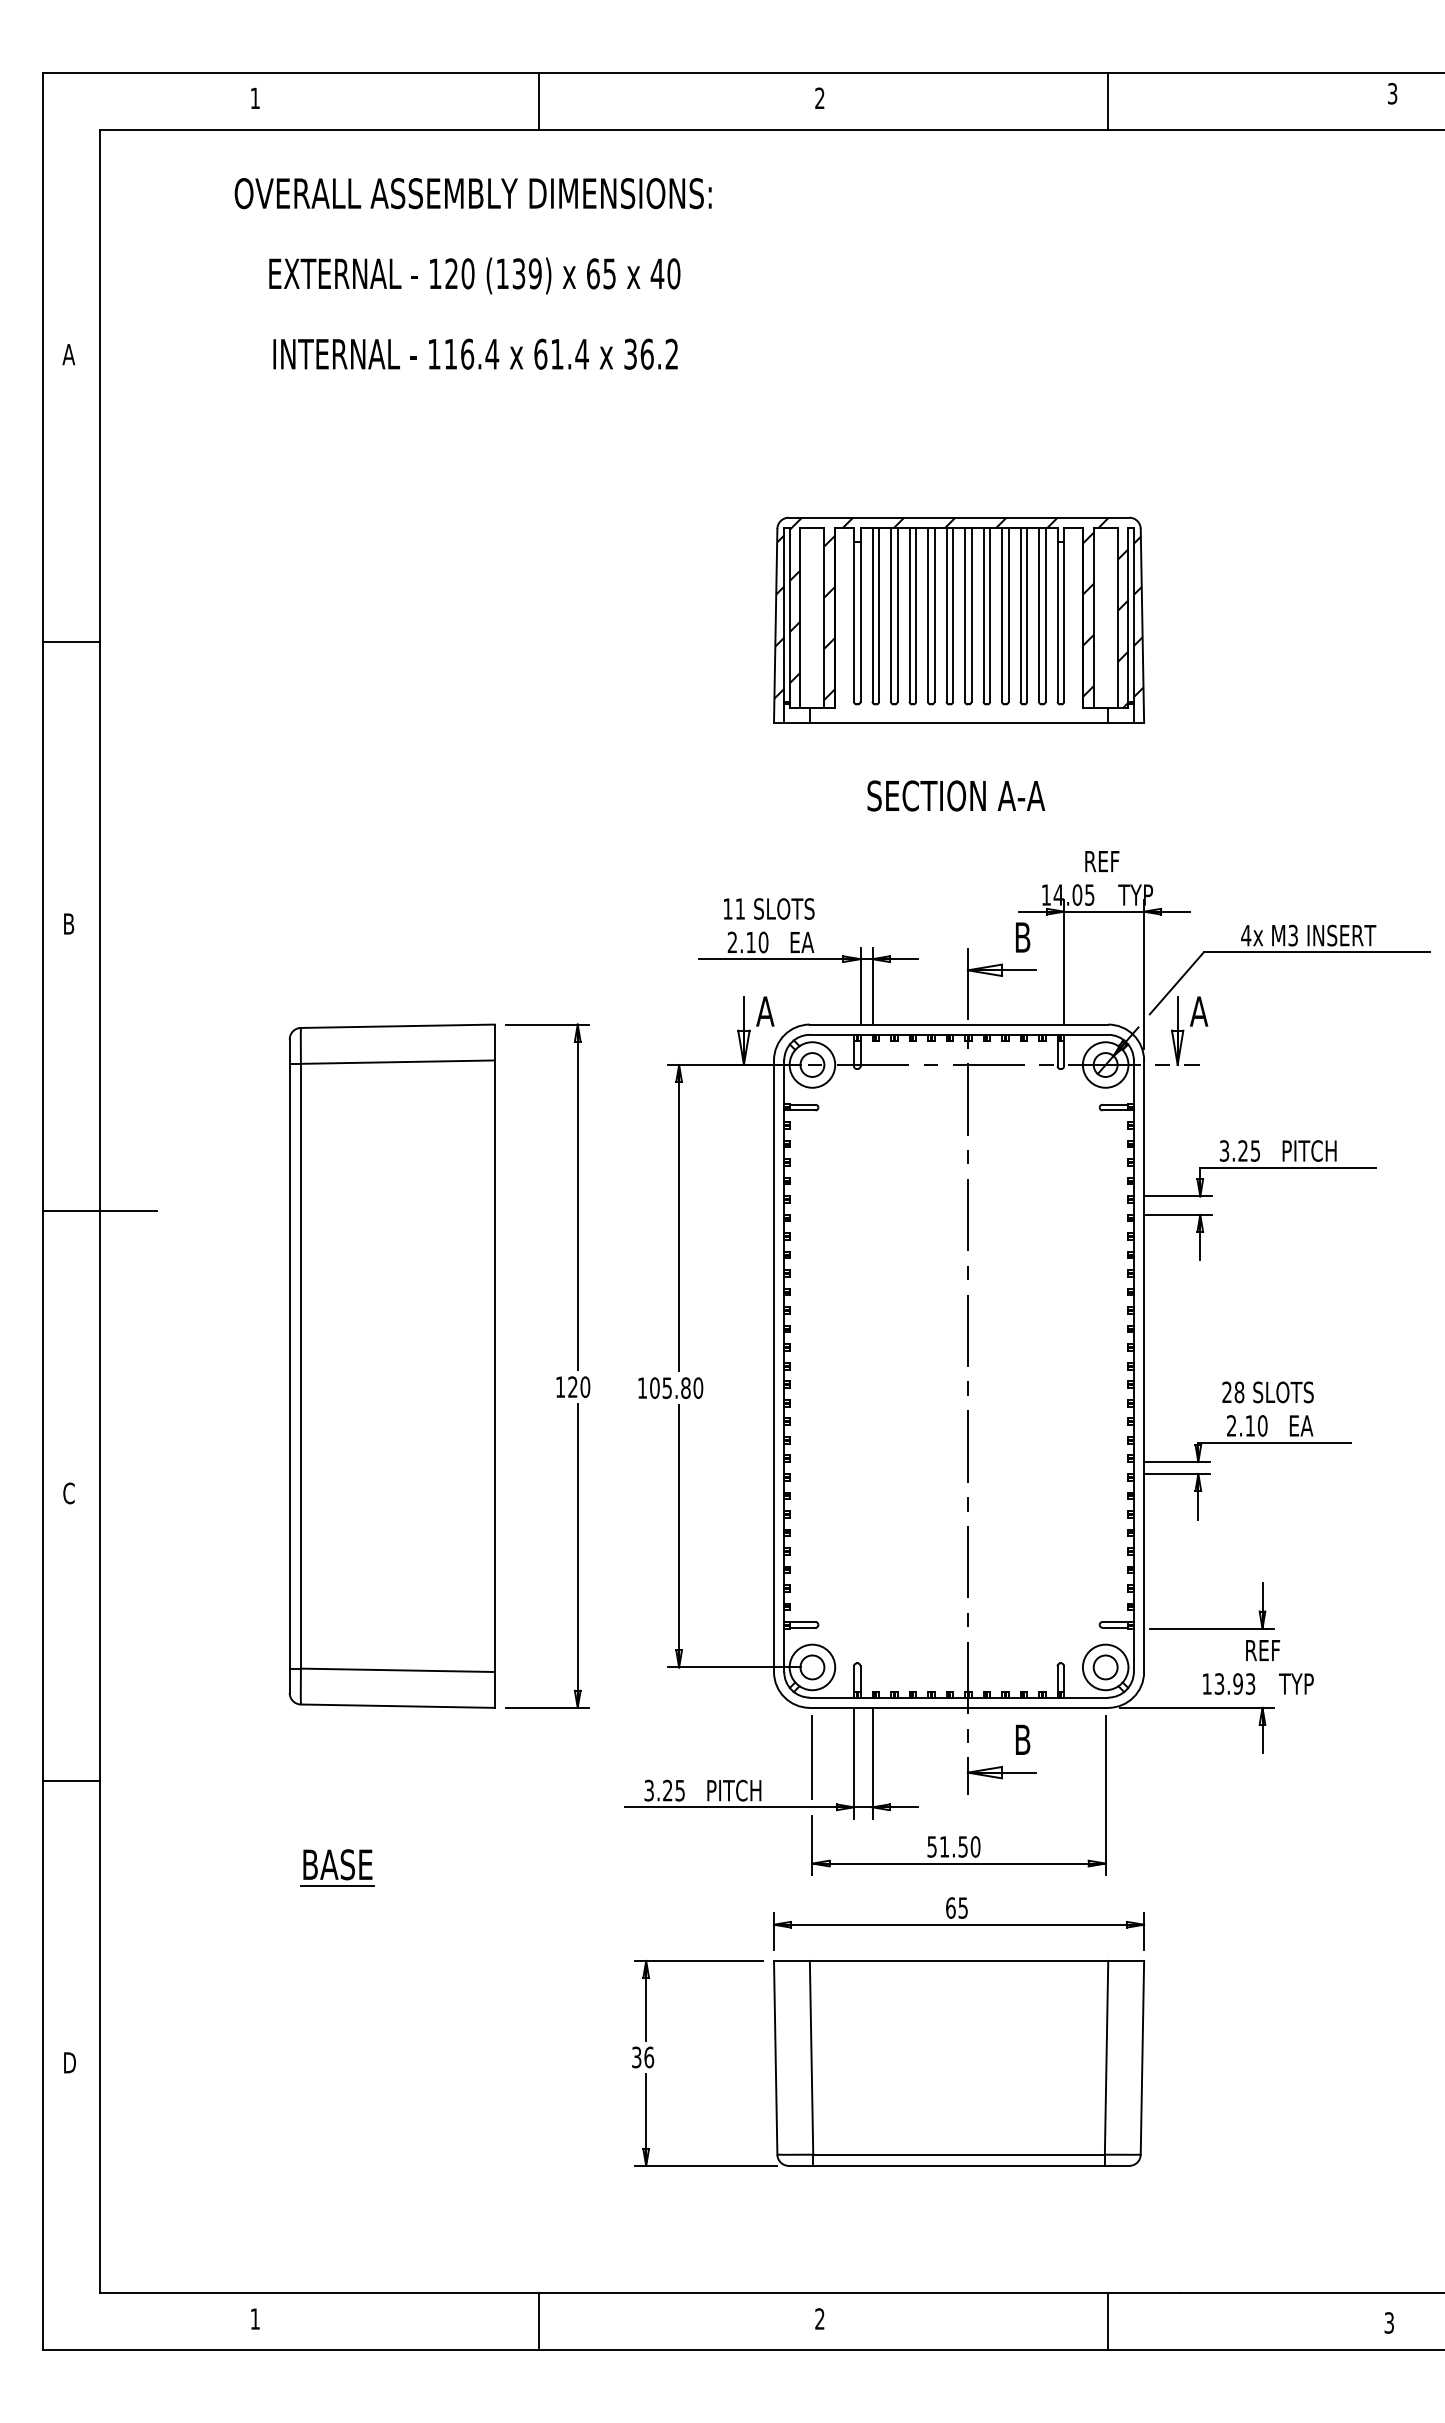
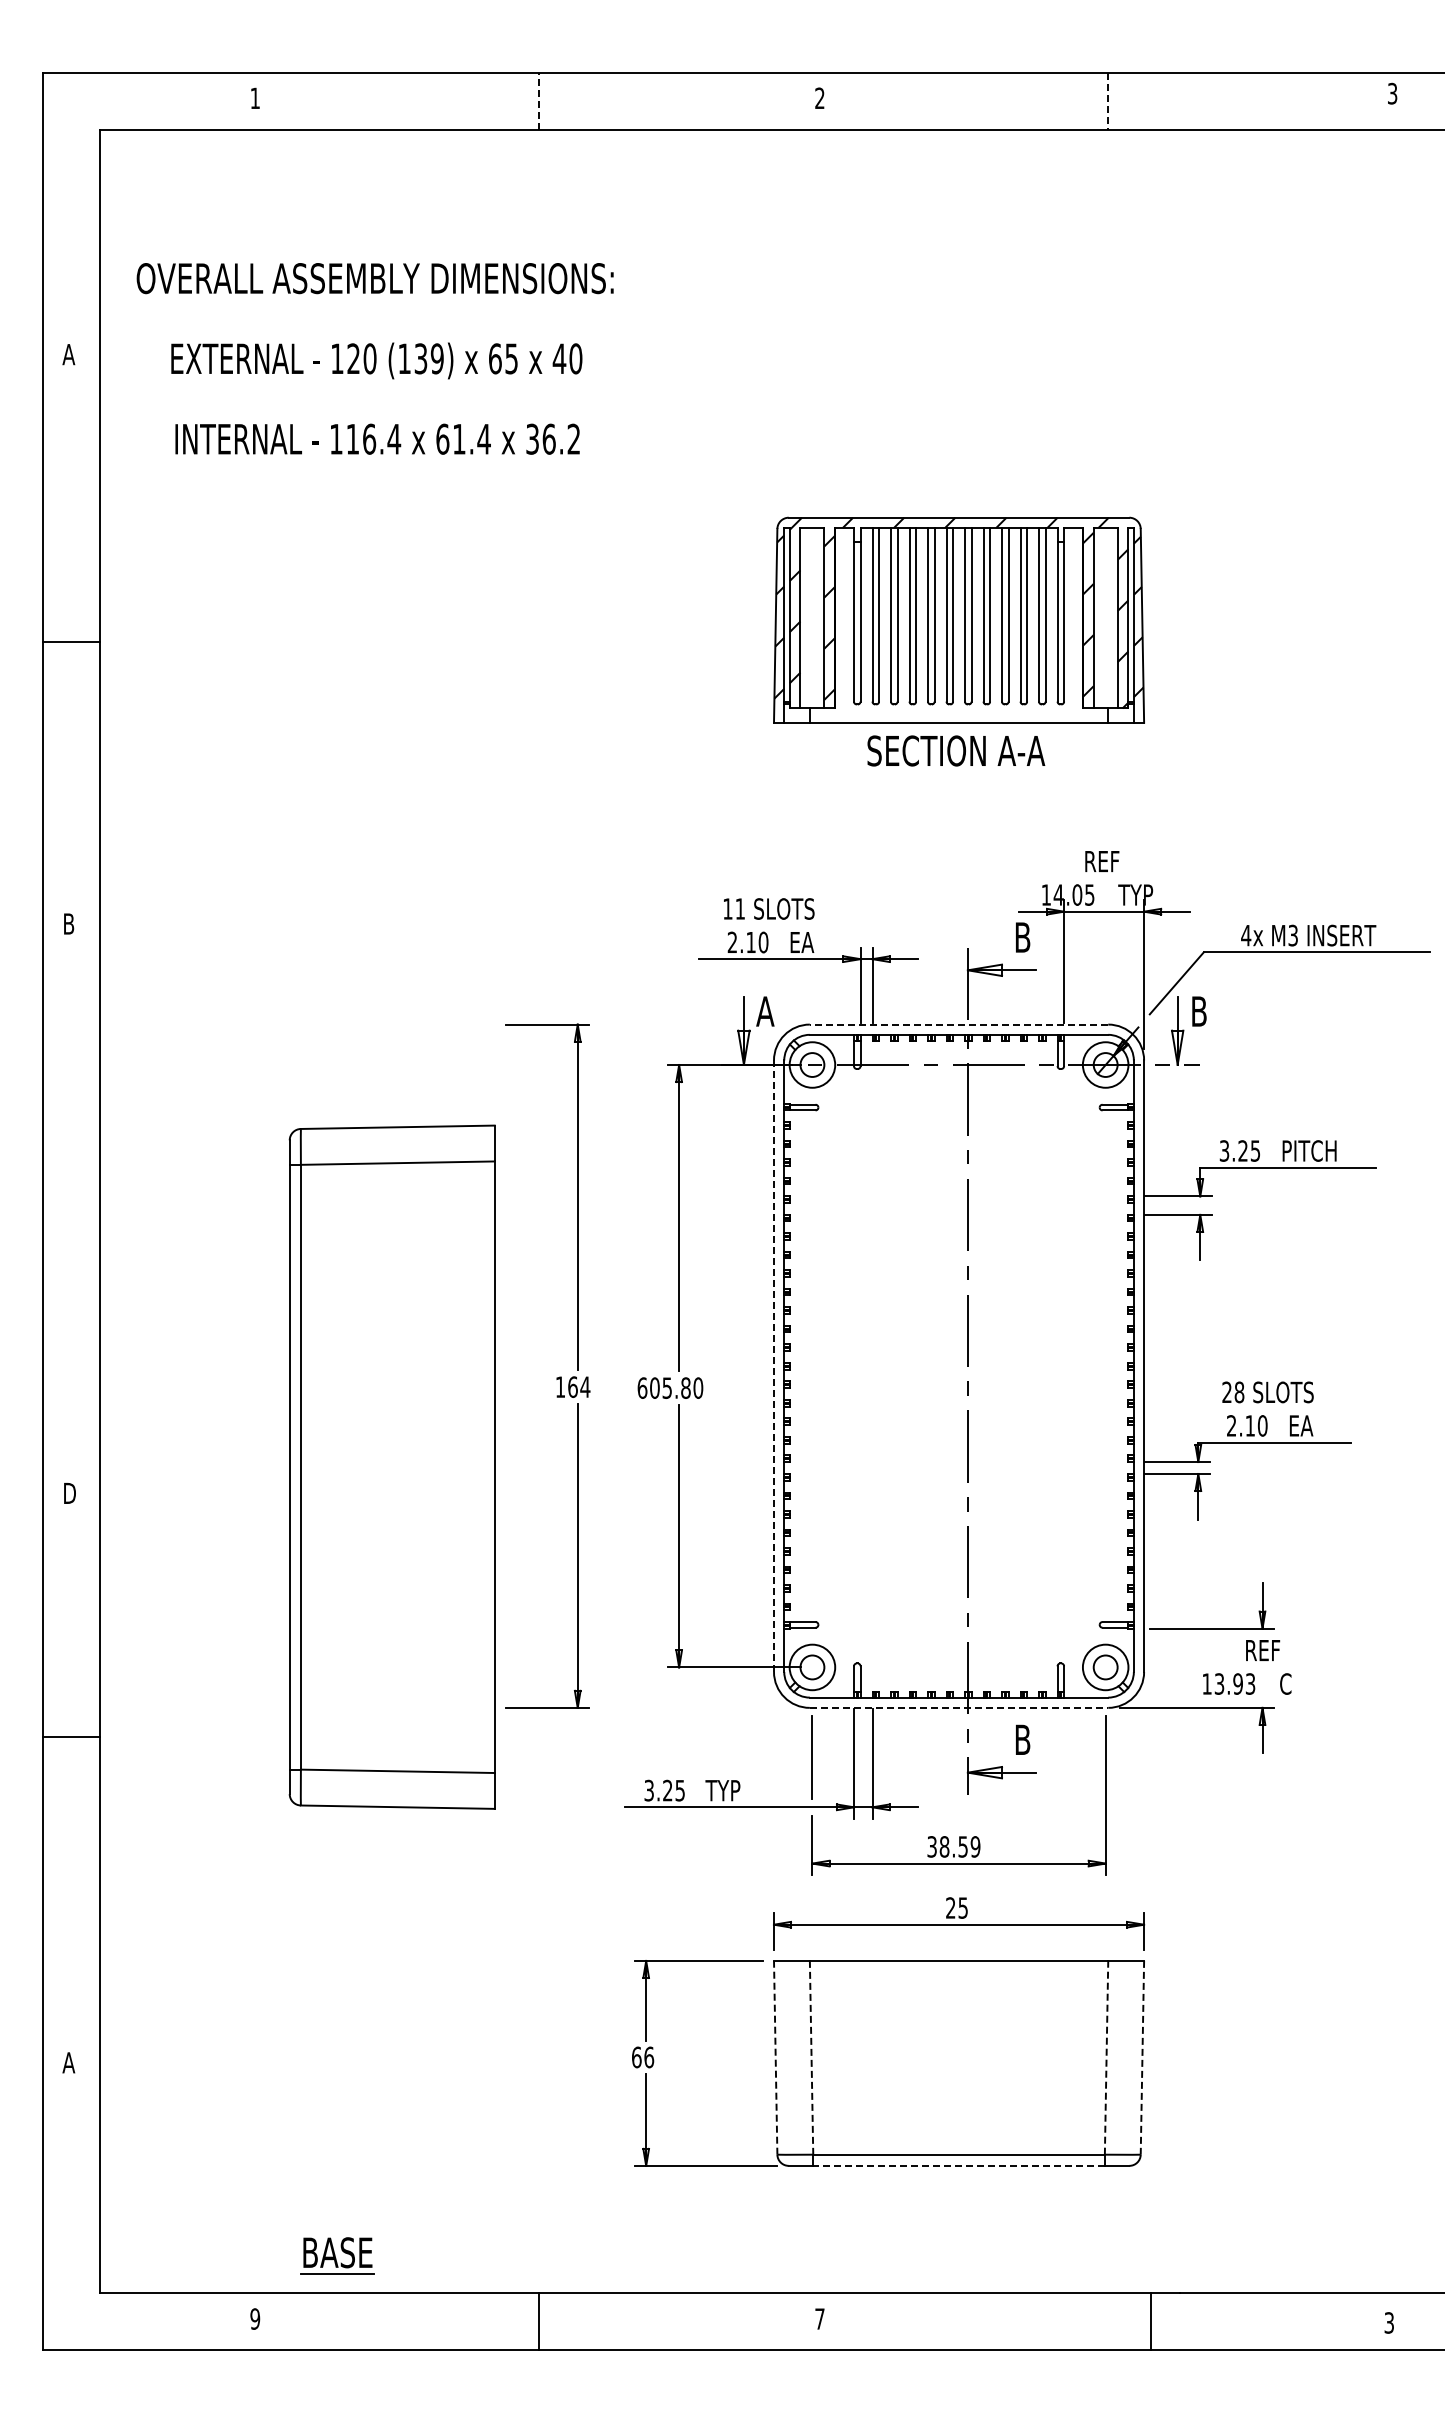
line at (538, 100): solid -> dashed
line at (1107, 101): solid -> dashed
text at (472, 273) position: (472, 273) -> (374, 358)
text at (956, 795) position: (956, 795) -> (956, 750)
text at (1199, 1011): A -> B
line at (958, 1024): solid -> dashed
line at (100, 1211): present -> none
part at (391, 1365) position: (391, 1365) -> (391, 1466)
line at (774, 1366): solid -> dashed
text at (579, 1386): 120 -> 164
text at (642, 1387): 105.80 -> 605.80
text at (69, 1493): C -> D
text at (1296, 1683): TYP -> C
line at (959, 1707): solid -> dashed
line at (71, 1780) position: (71, 1780) -> (71, 1736)
text at (733, 1790): PITCH -> TYP
text at (954, 1846): 51.50 -> 38.59
part at (337, 1867) position: (337, 1867) -> (337, 2255)
text at (950, 1907): 65 -> 25
text at (636, 2057): 36 -> 66
line at (775, 2057): solid -> dashed
line at (811, 2057): solid -> dashed
line at (1106, 2057): solid -> dashed
line at (1142, 2057): solid -> dashed
text at (68, 2062): D -> A
line at (959, 2165): solid -> dashed
text at (255, 2318): 1 -> 9
text at (819, 2318): 2 -> 7
line at (1107, 2321) position: (1107, 2321) -> (1150, 2321)
